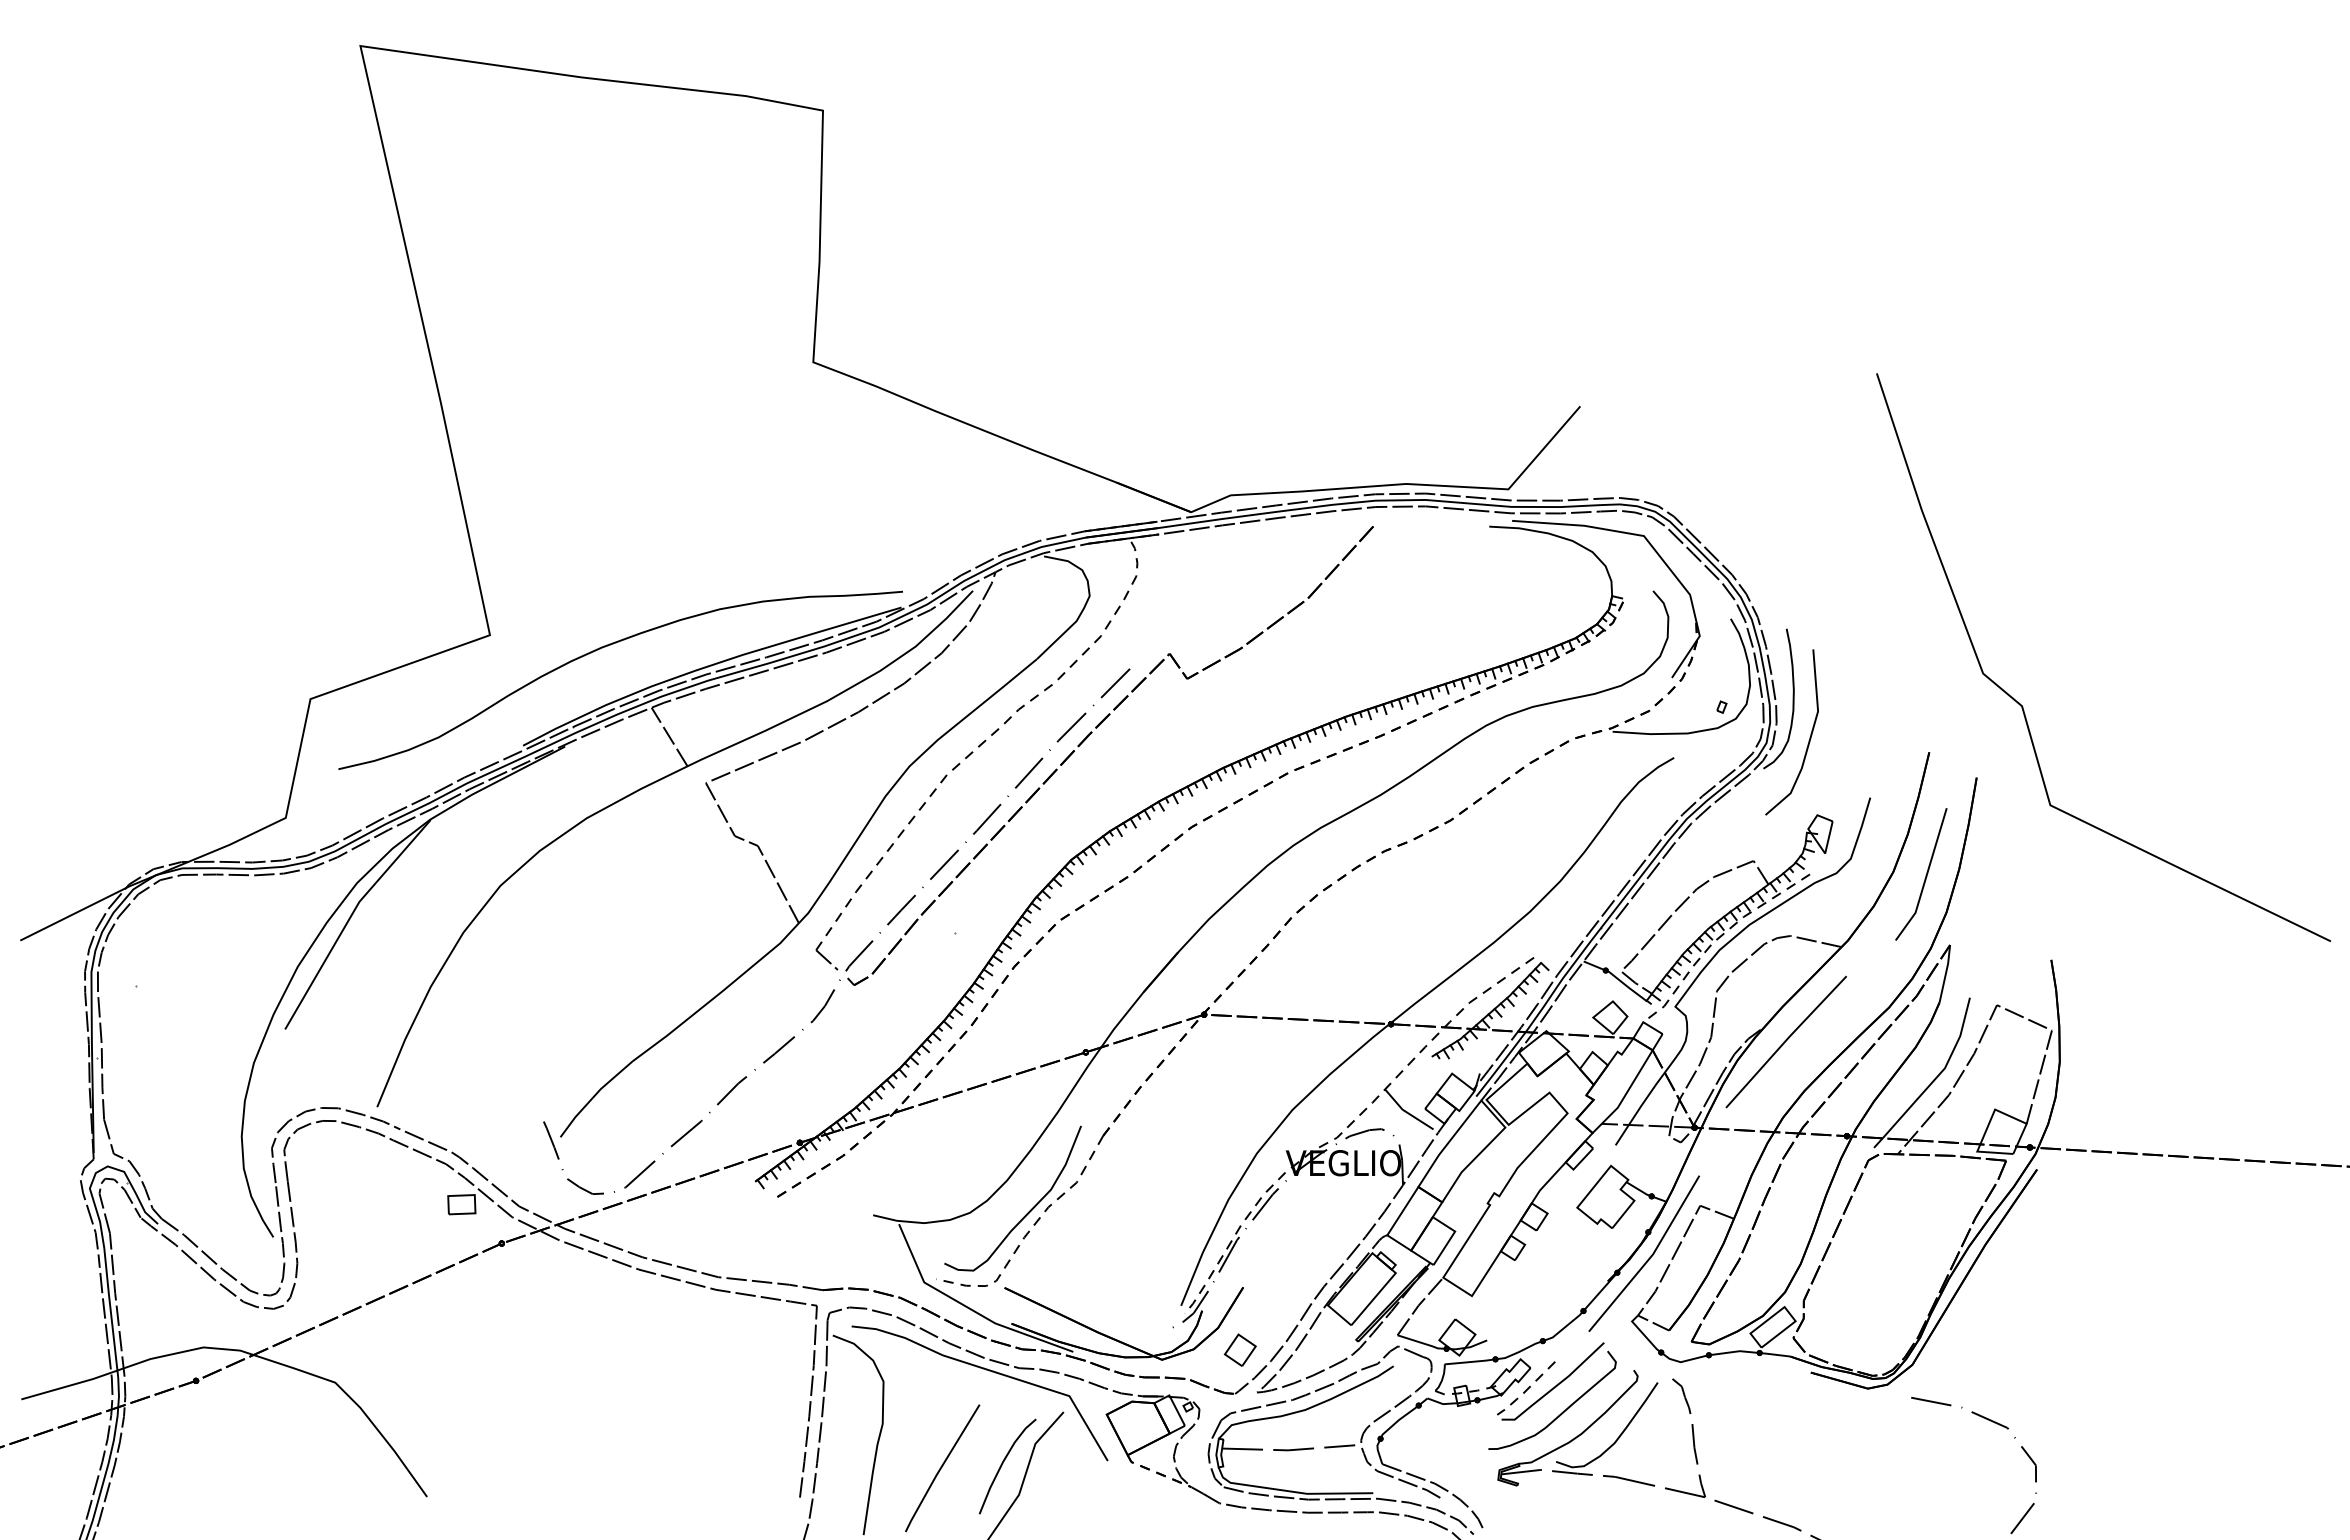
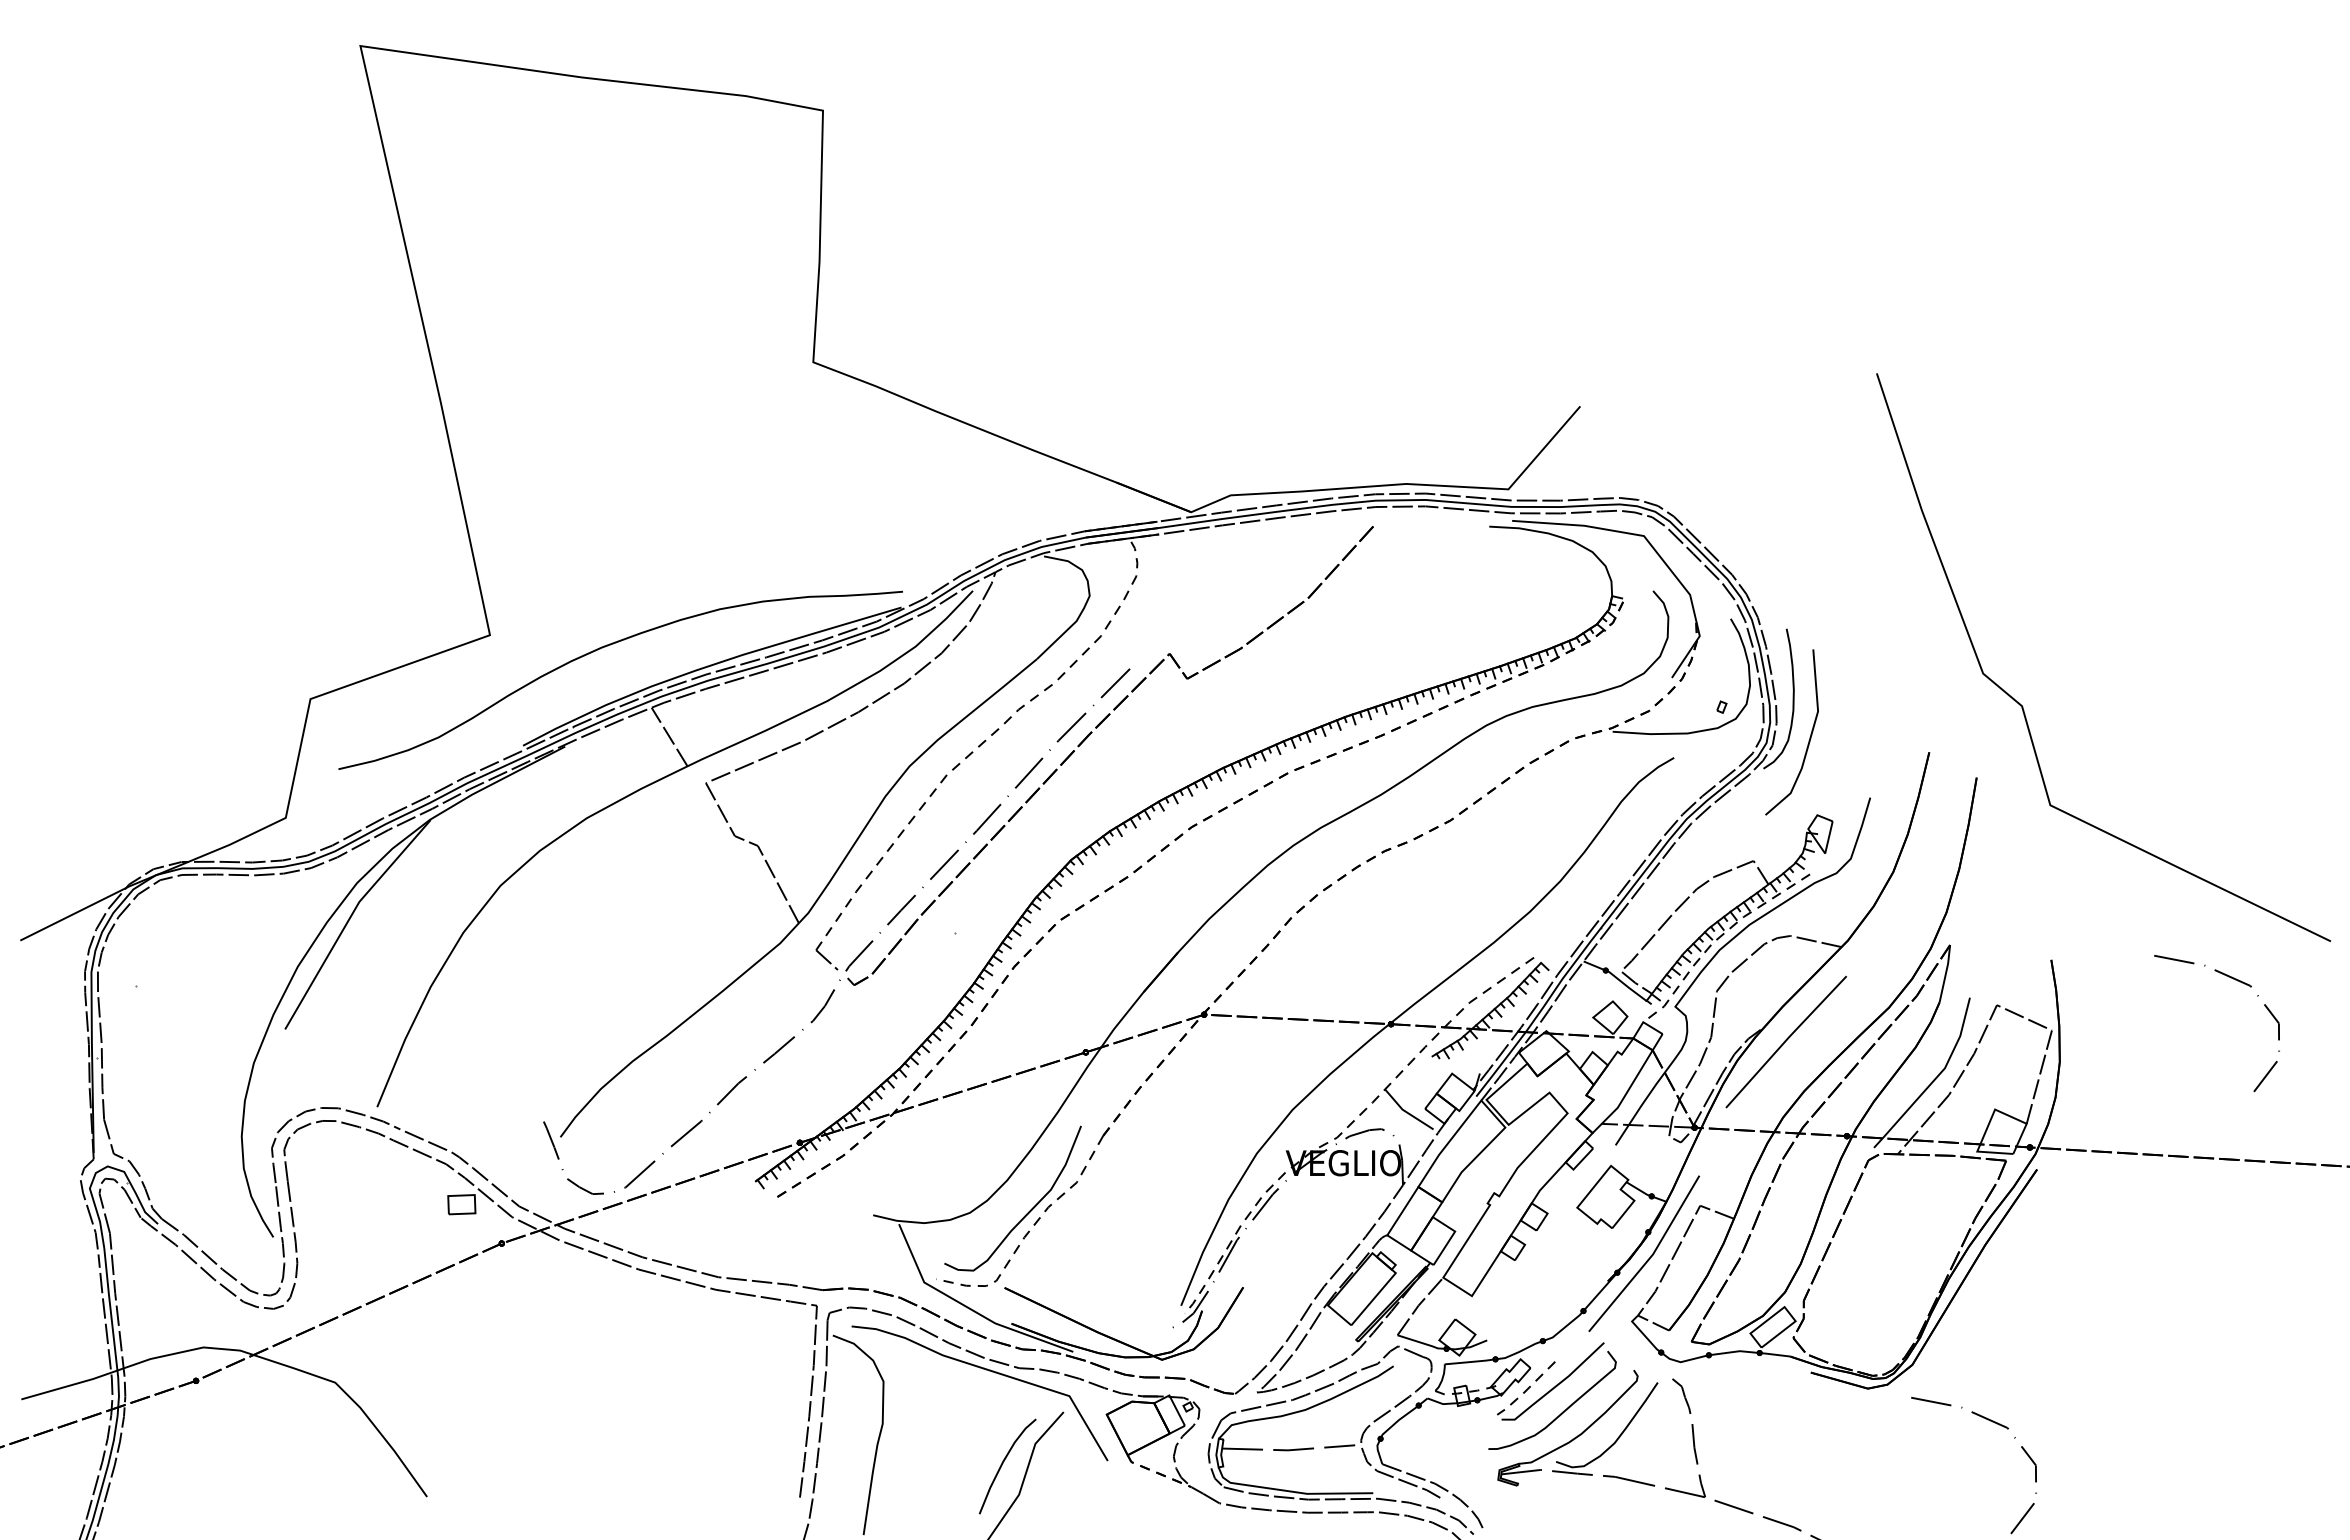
line at (1925, 875): present -> none
curve at (2237, 981): none -> present
part at (1239, 1349): present -> none
line at (942, 1467): present -> none
